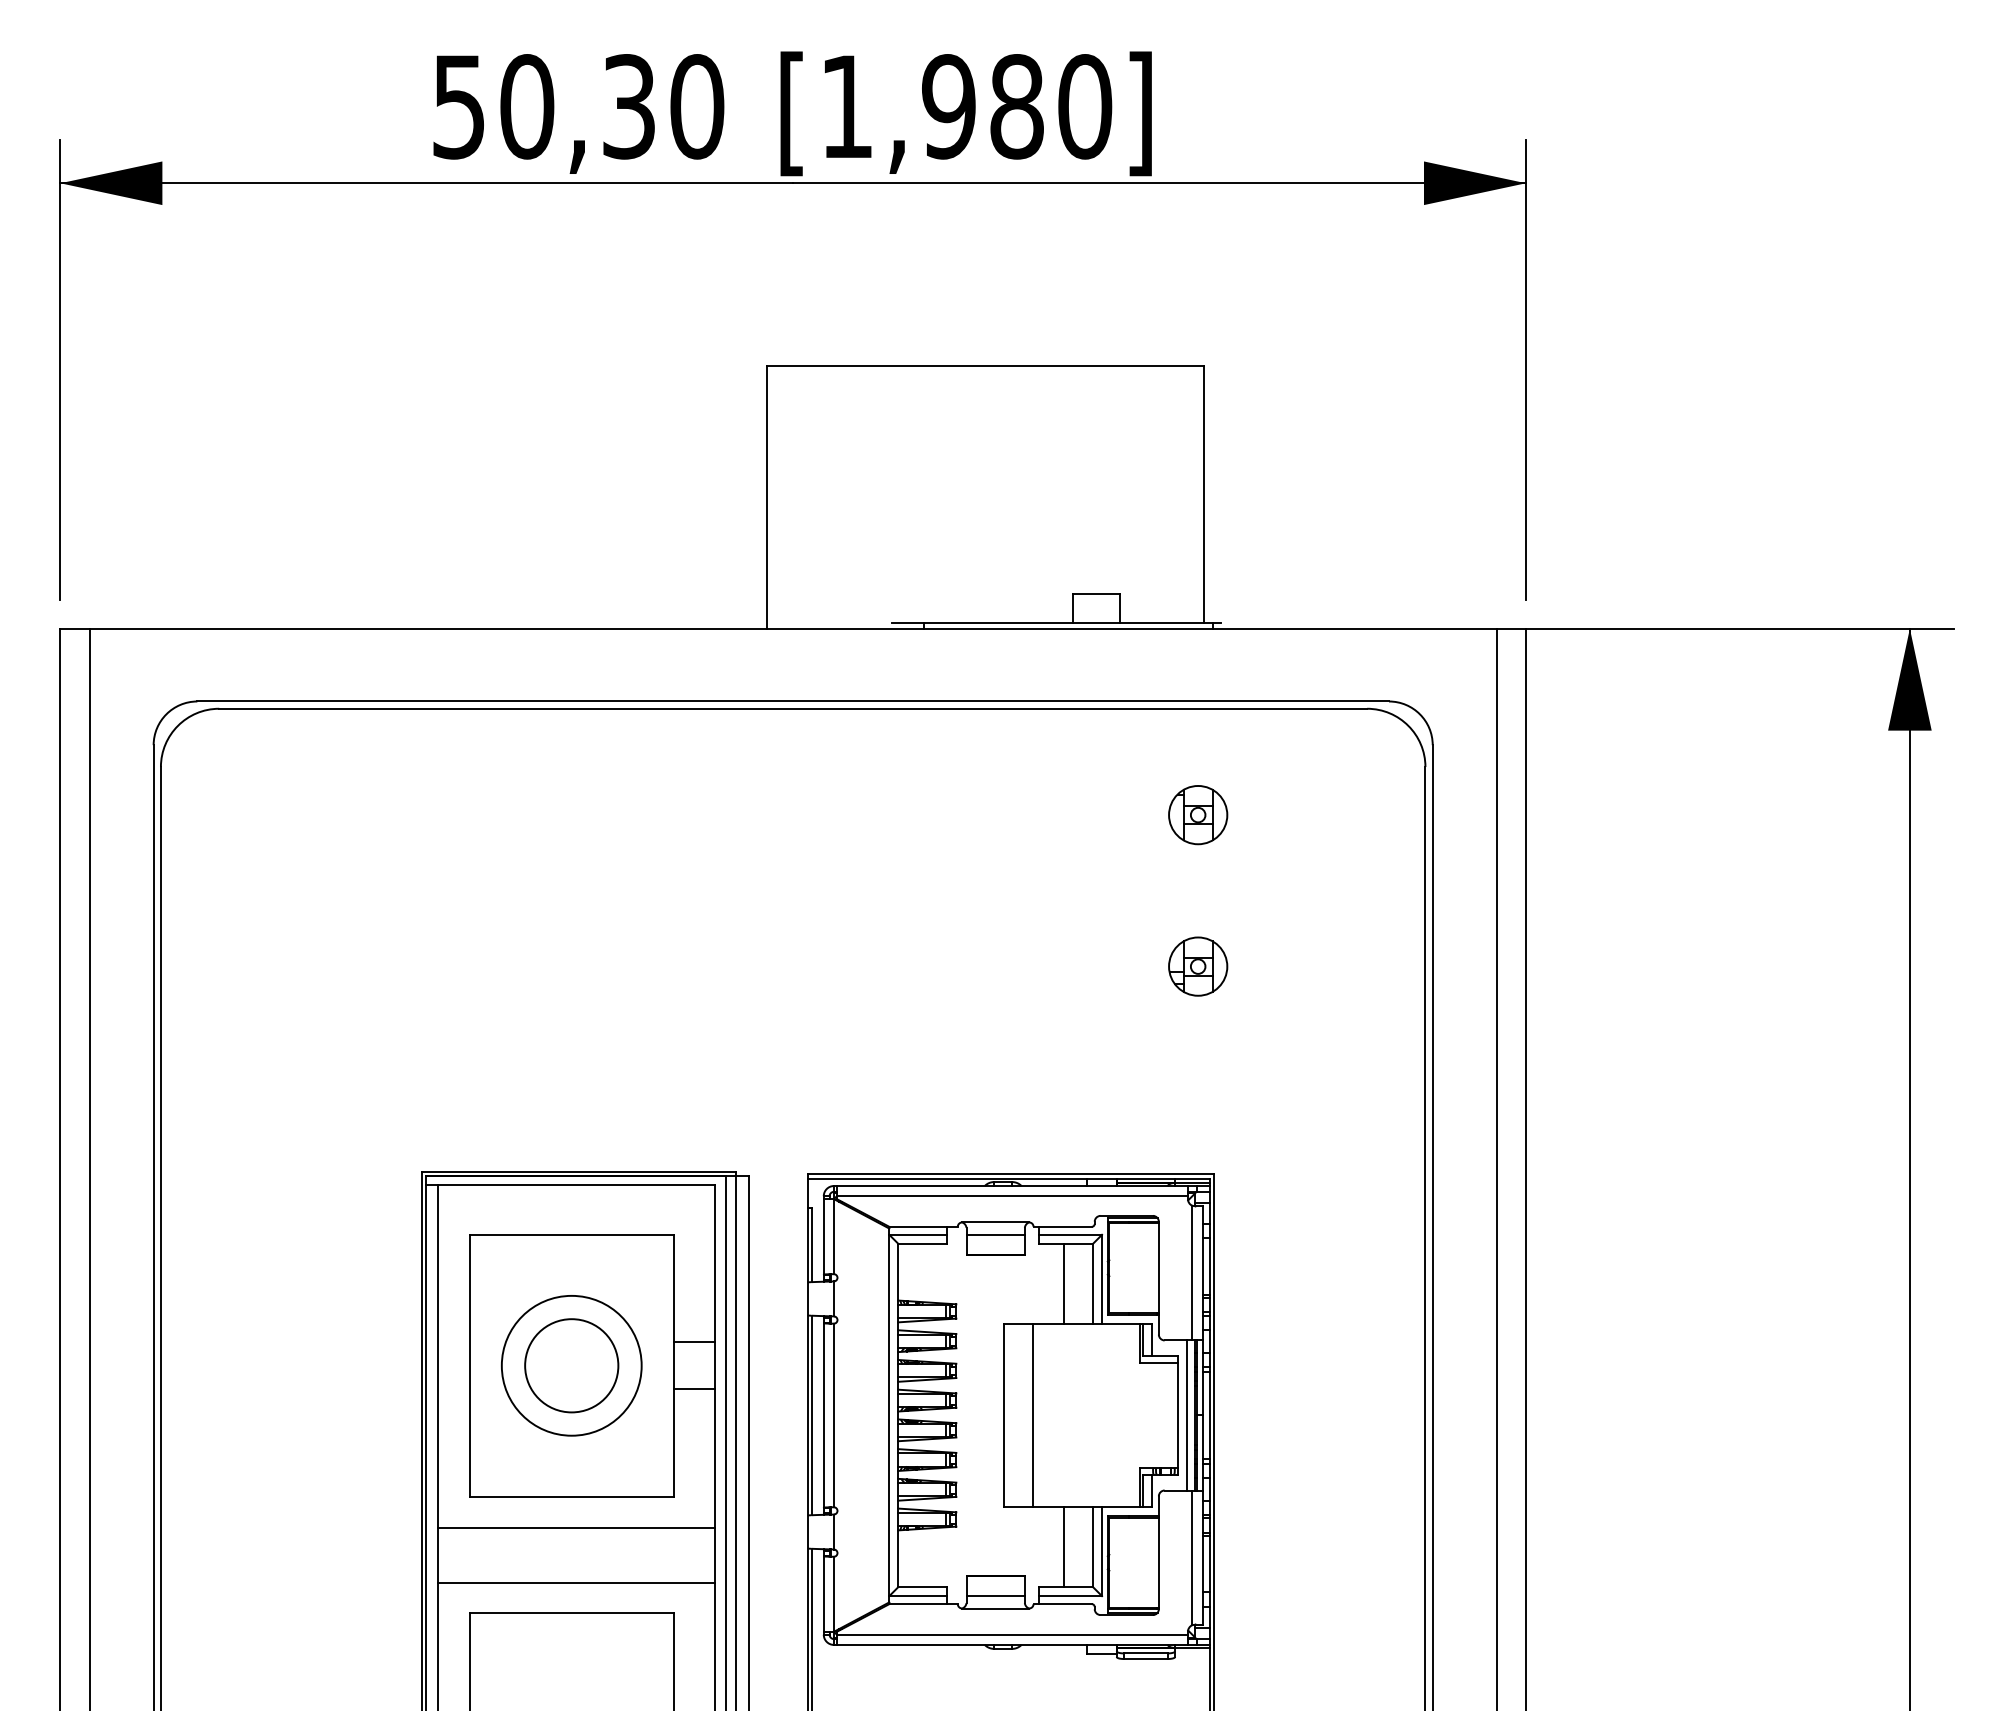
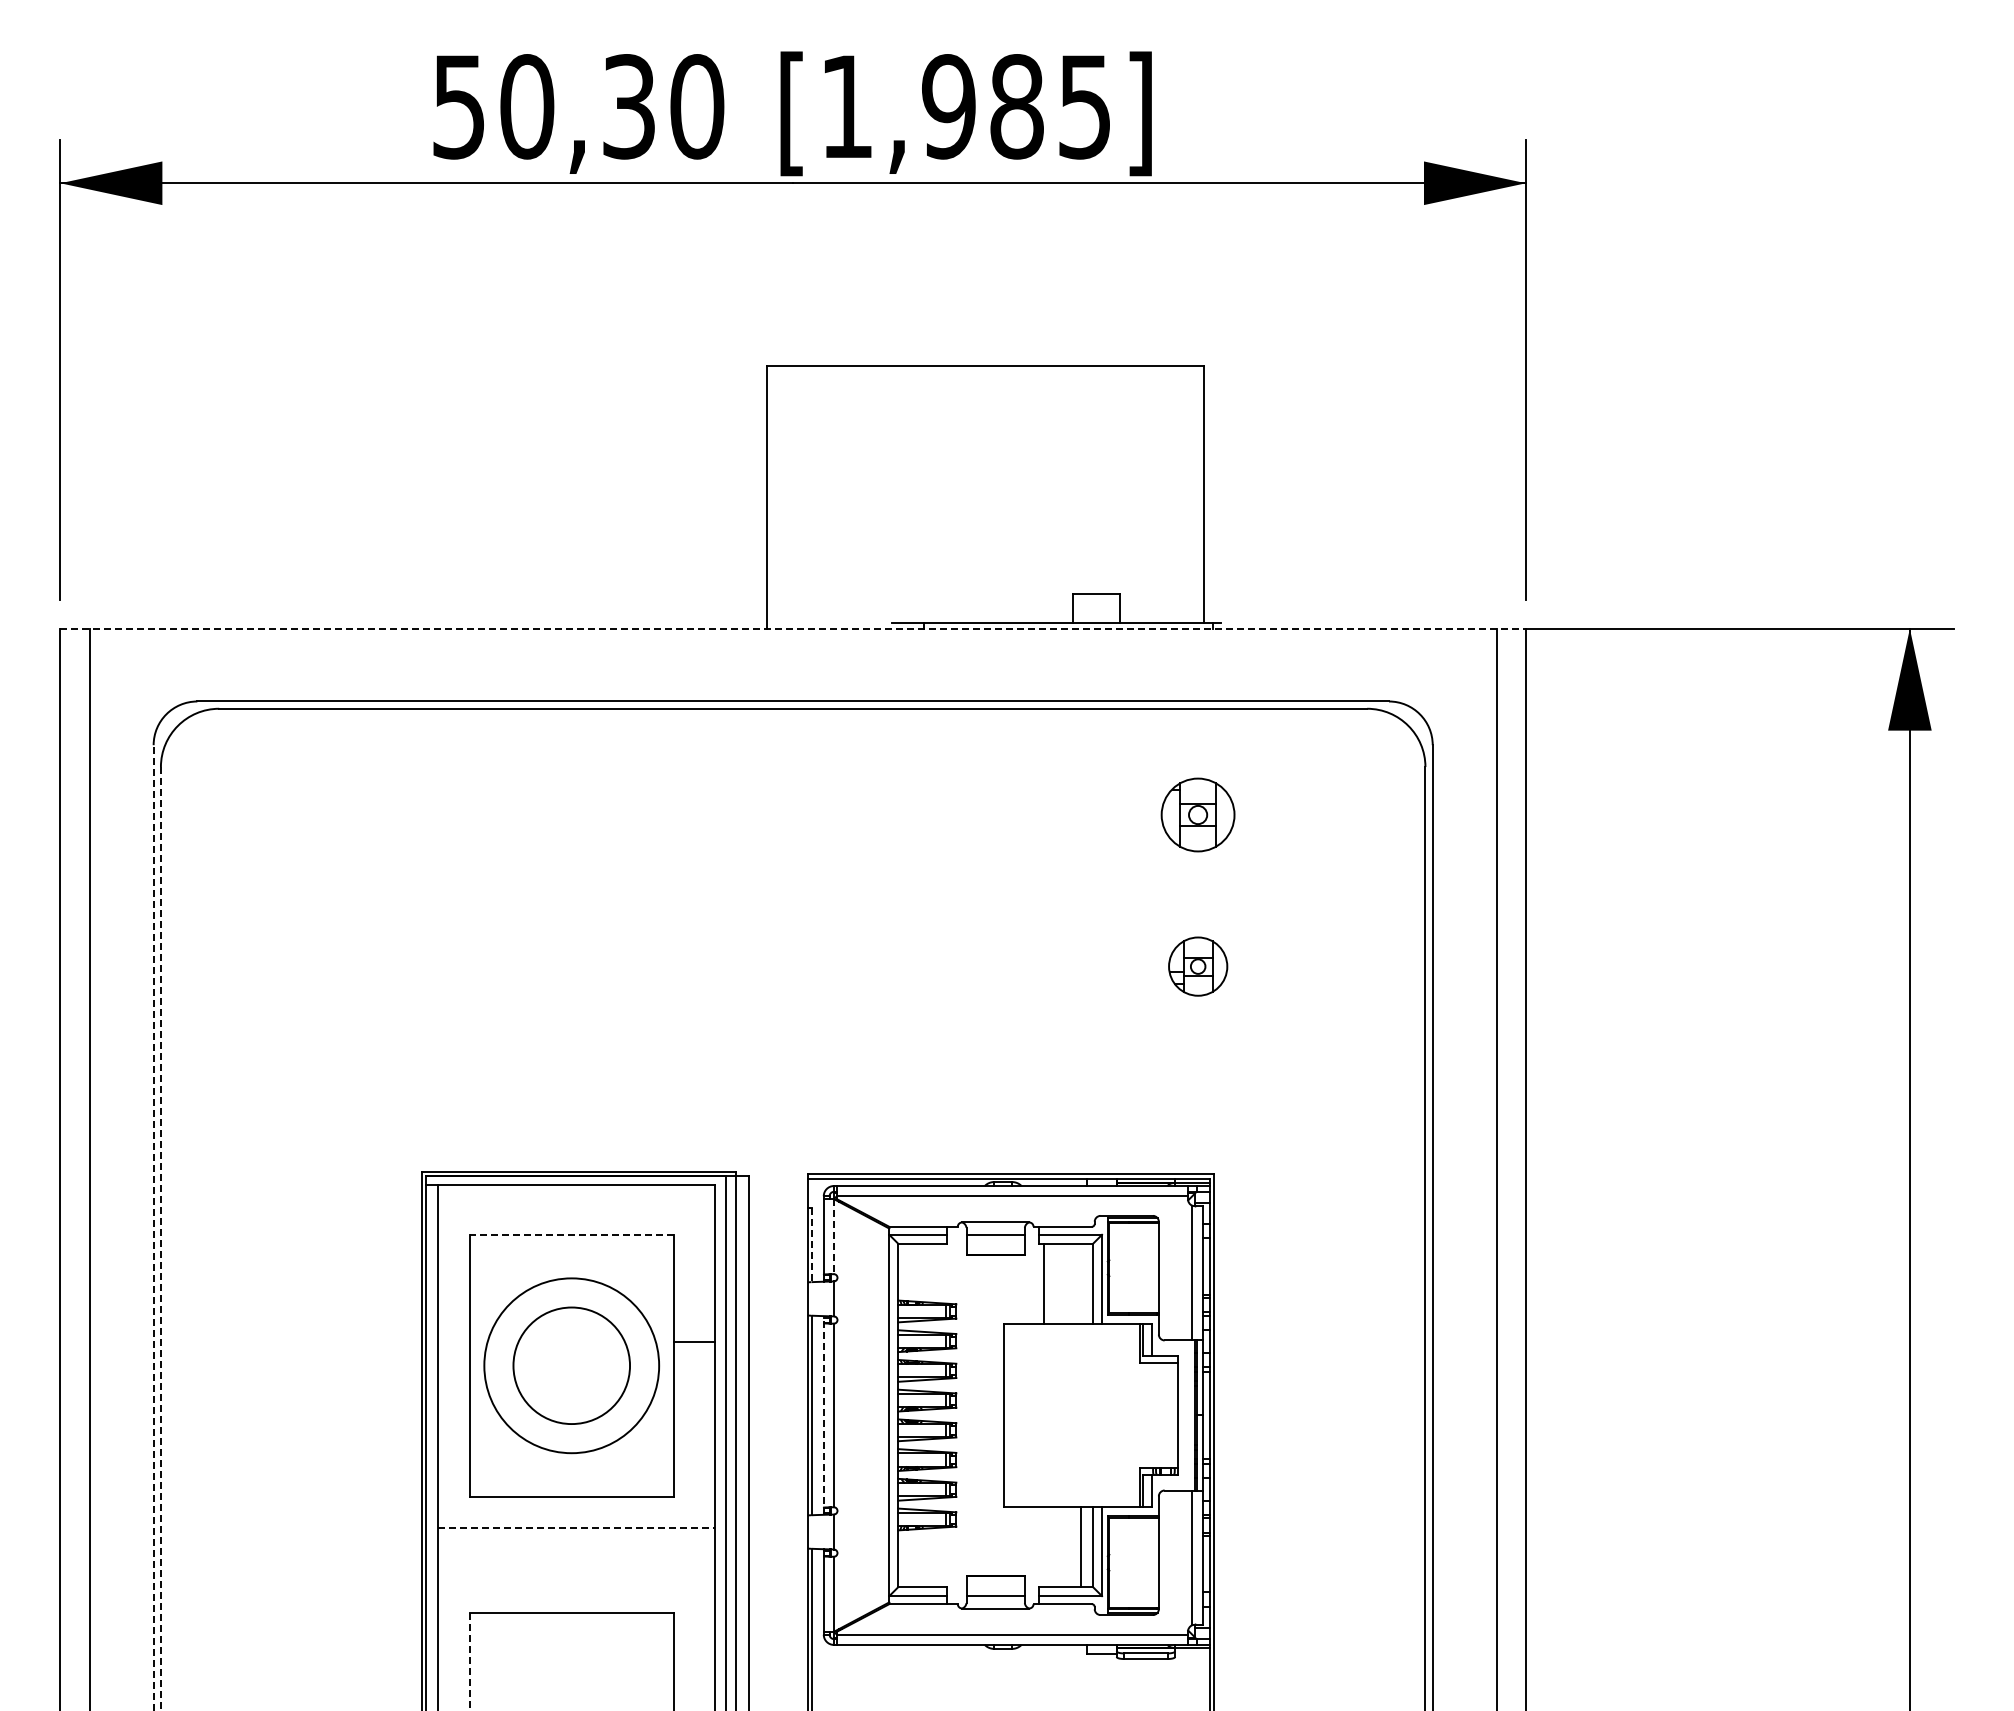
text at (1085, 106): [1,980] -> [1,985]
line at (793, 628): solid -> dashed
part at (1198, 815) size: 61x61 px -> 76x76 px
line at (153, 1227): solid -> dashed
line at (571, 1234): solid -> dashed
line at (833, 1236): solid -> dashed
line at (160, 1239): solid -> dashed
line at (812, 1245): solid -> dashed
line at (1064, 1283) position: (1064, 1283) -> (1044, 1283)
circle at (571, 1365) diameter: 140 px -> 175 px
circle at (571, 1365) diameter: 93 px -> 117 px
line at (693, 1389): present -> none
line at (823, 1414): solid -> dashed
line at (1032, 1415): present -> none
line at (1186, 1415): present -> none
line at (576, 1527): solid -> dashed
line at (1064, 1547) position: (1064, 1547) -> (1081, 1547)
line at (575, 1582): present -> none
line at (469, 1662): solid -> dashed
